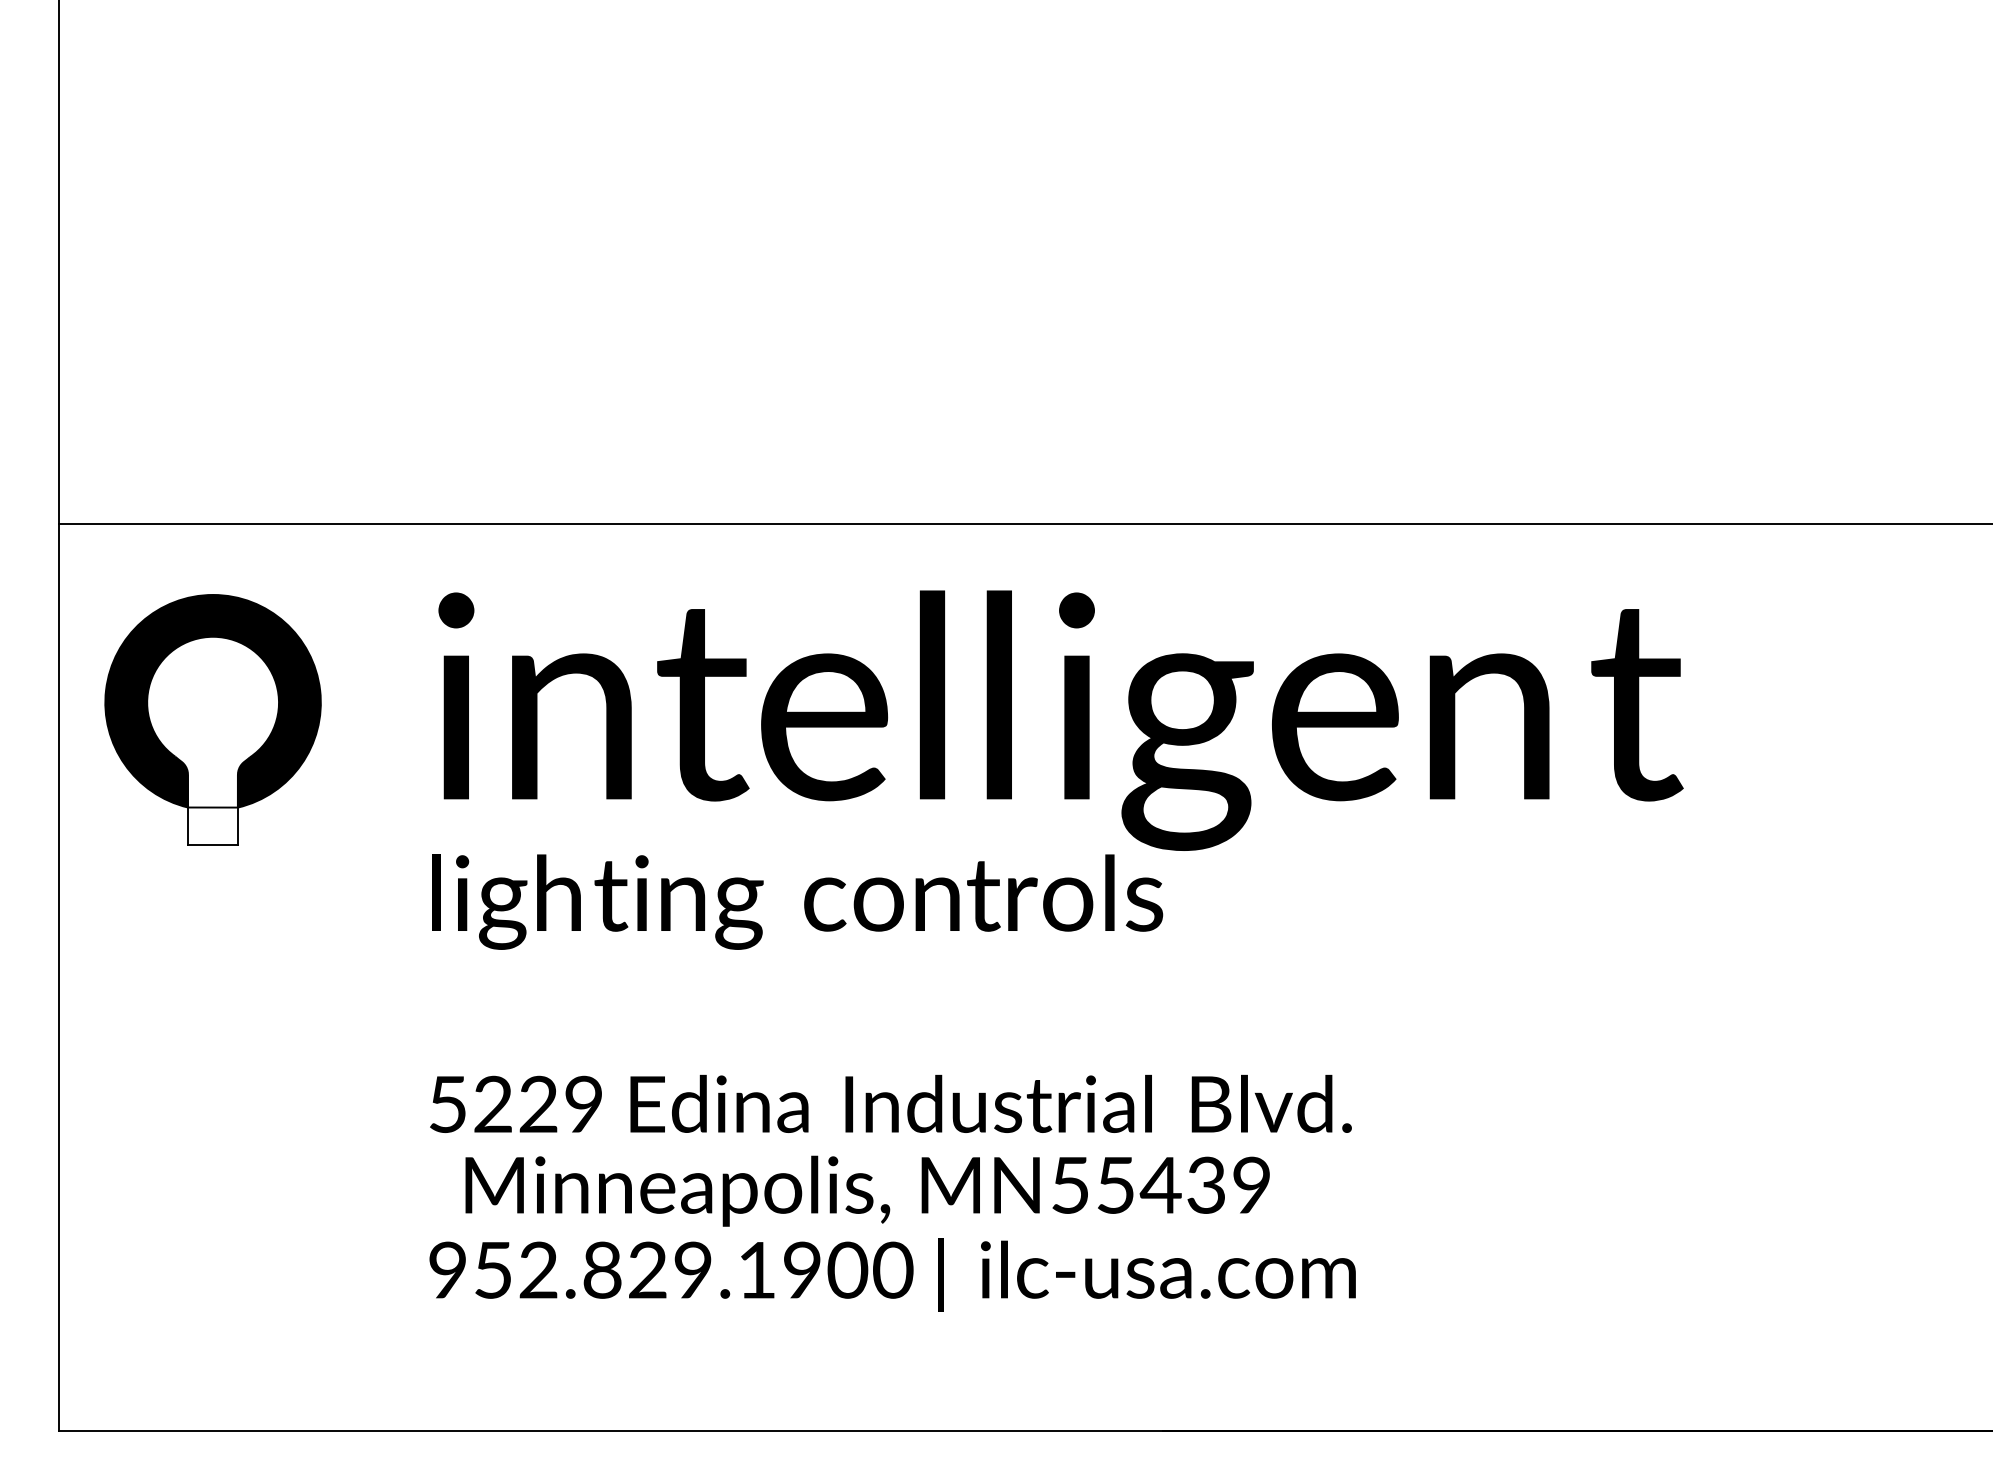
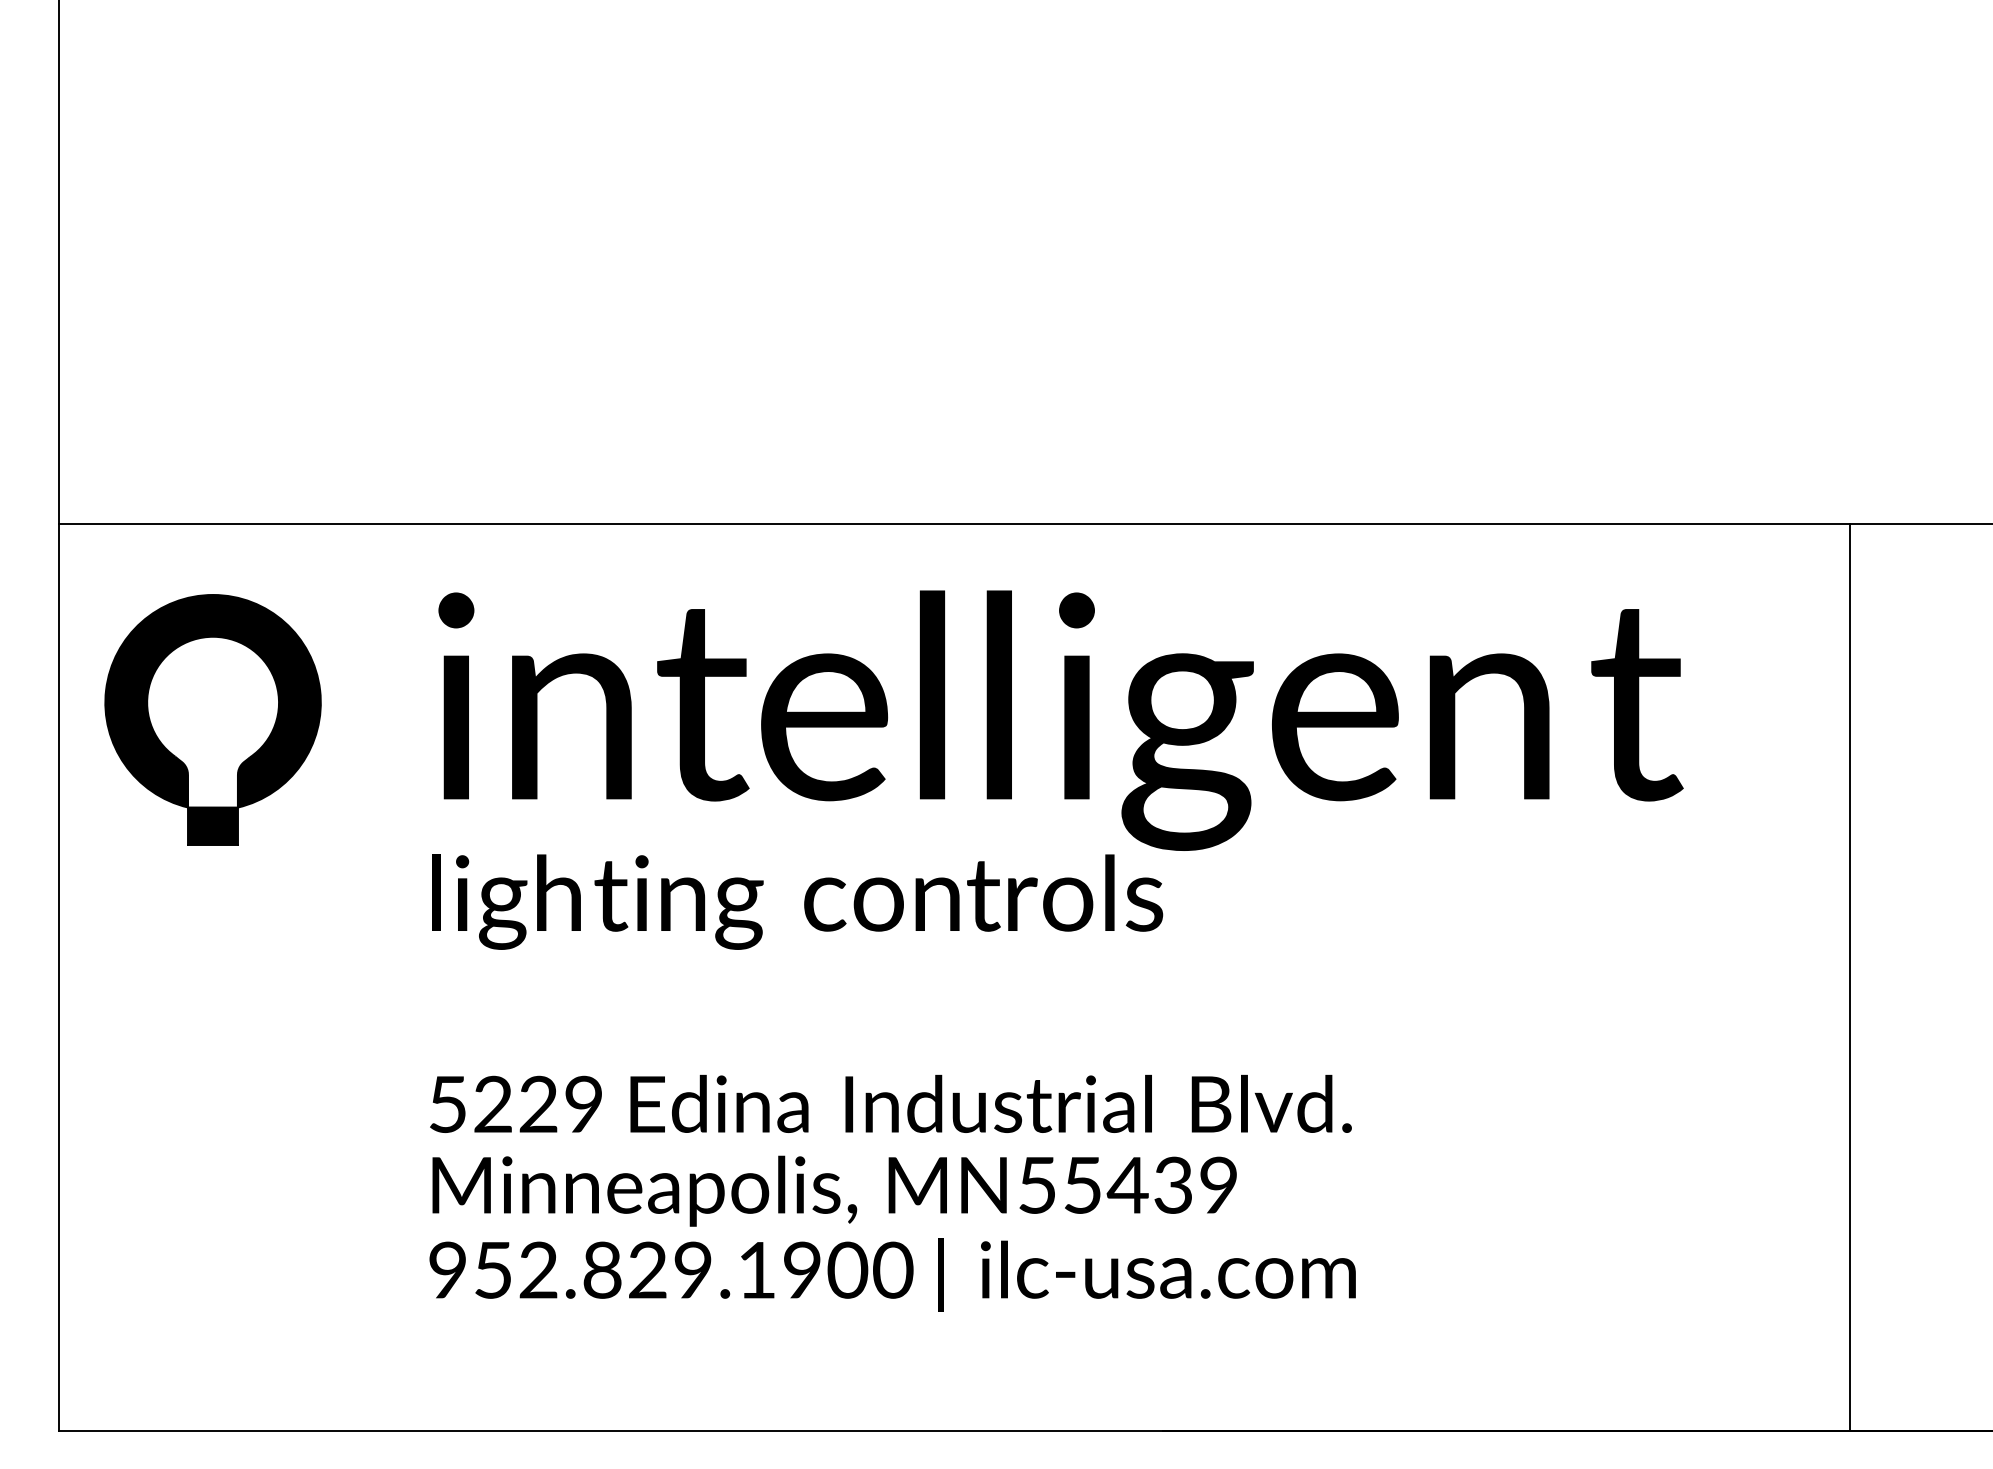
fill at (212, 826): none -> present
line at (1850, 977): none -> present
text at (867, 1190) position: (867, 1190) -> (834, 1190)
